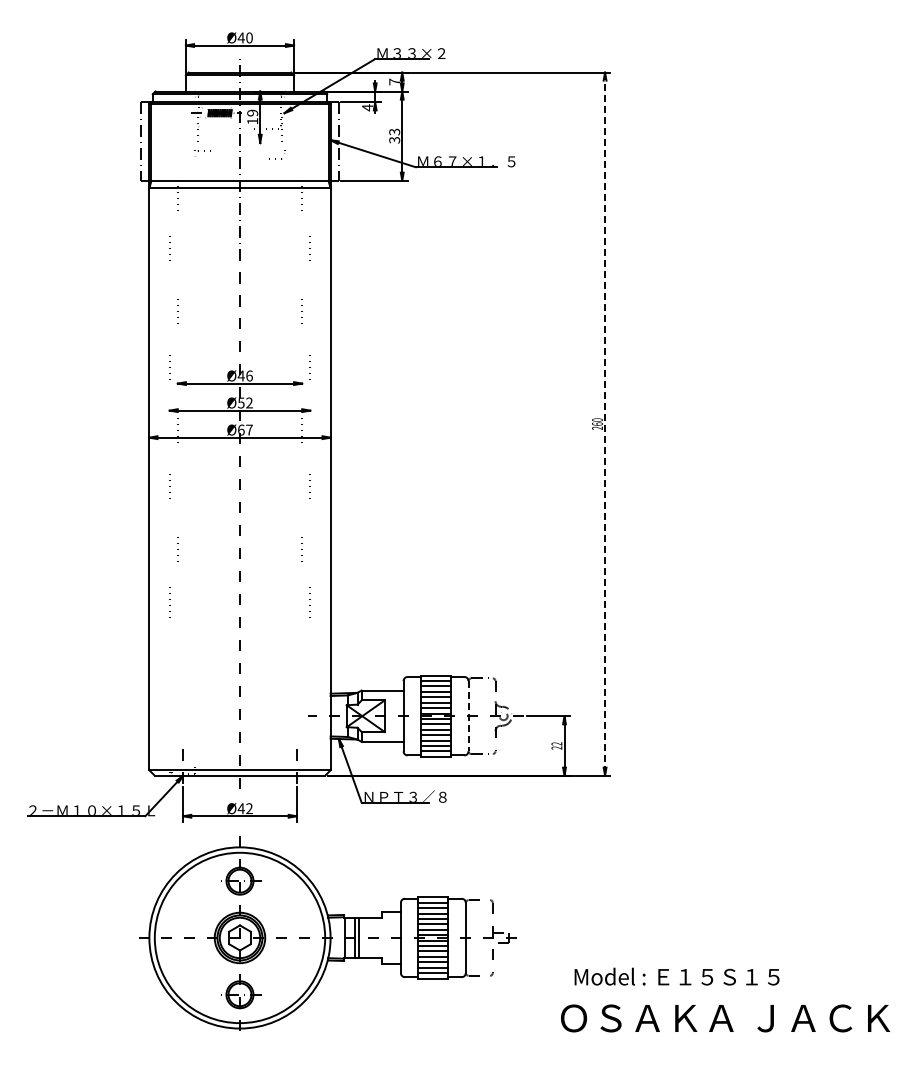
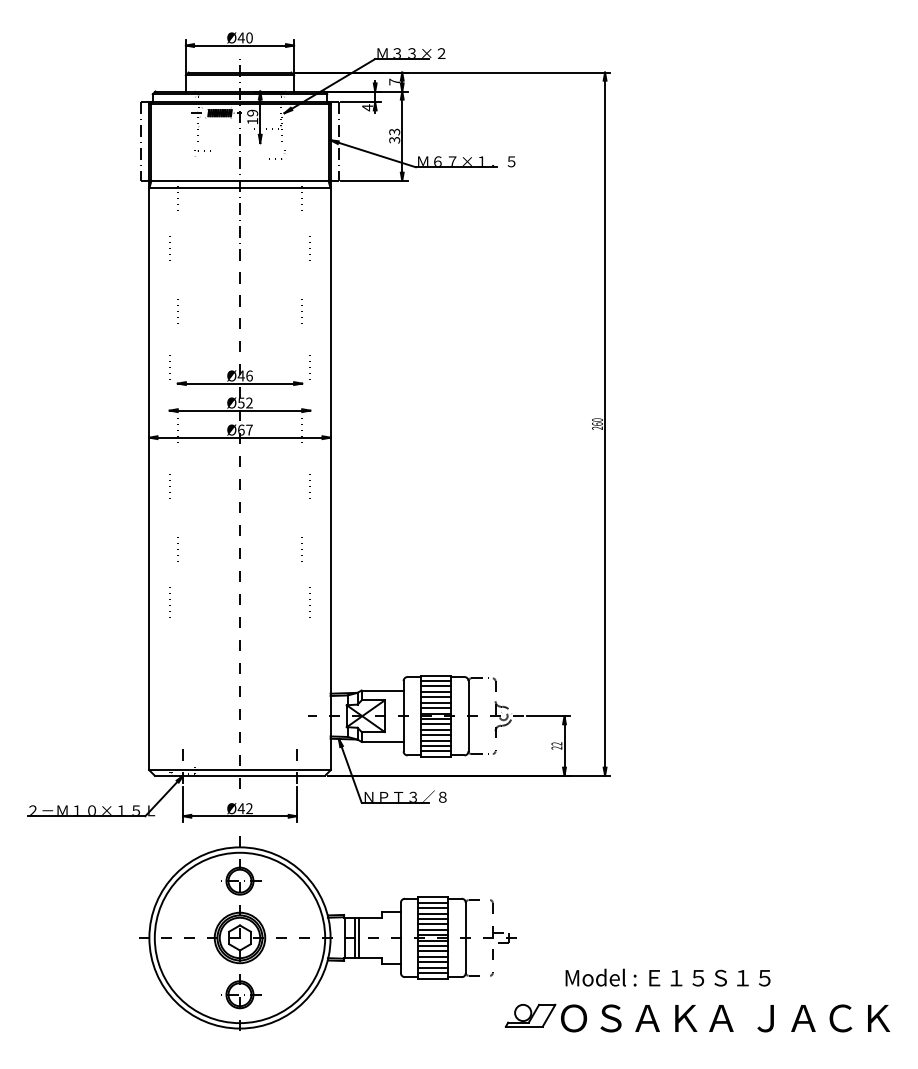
line at (605, 424): dashed -> solid
line at (468, 716): dashed -> solid
text at (676, 976) position: (676, 976) -> (667, 977)
part at (530, 1015): none -> present
